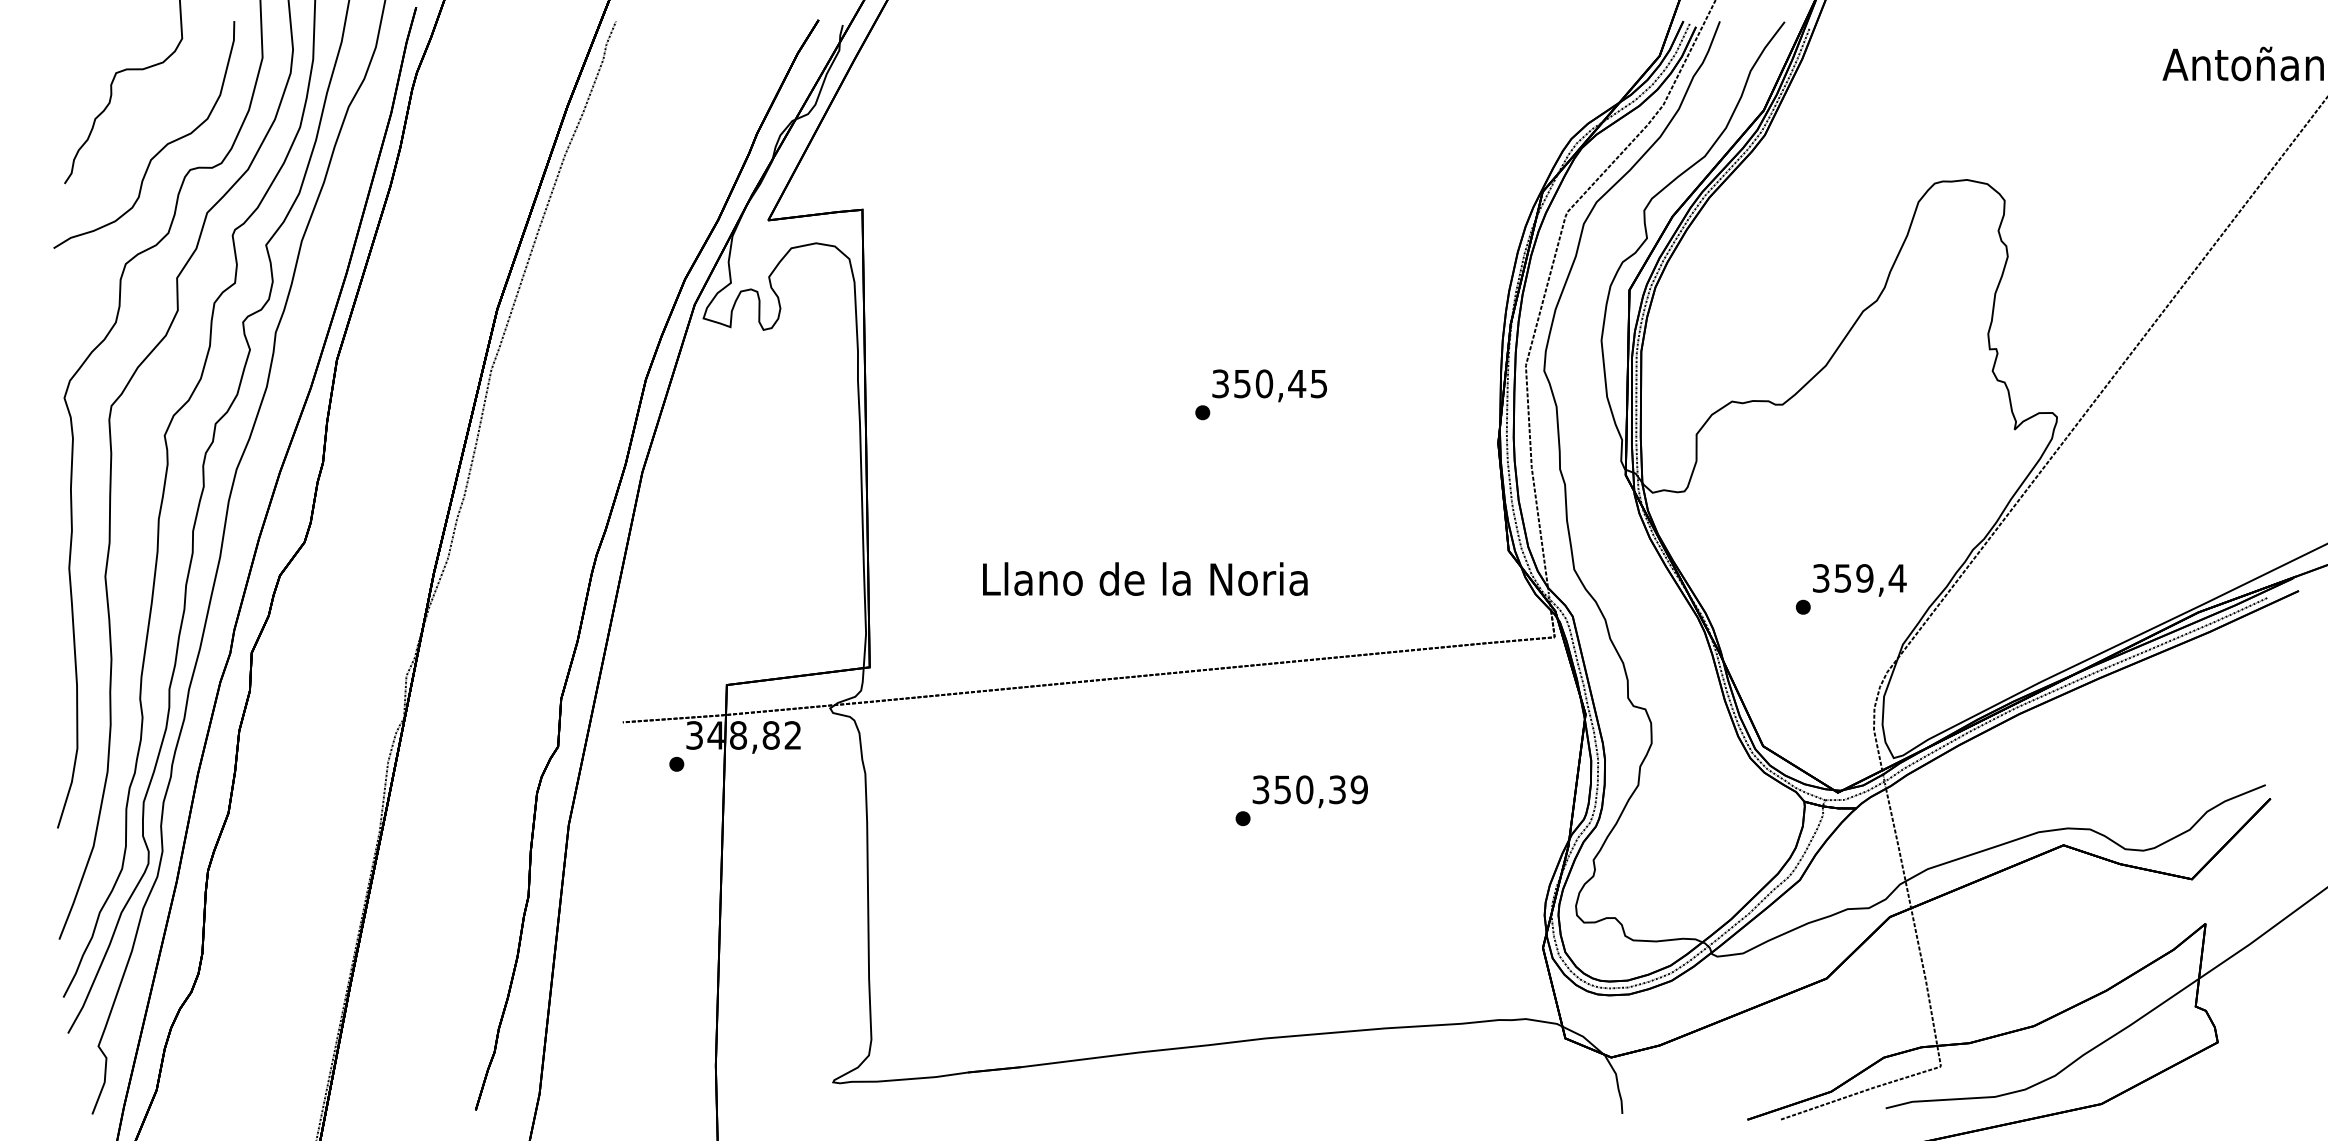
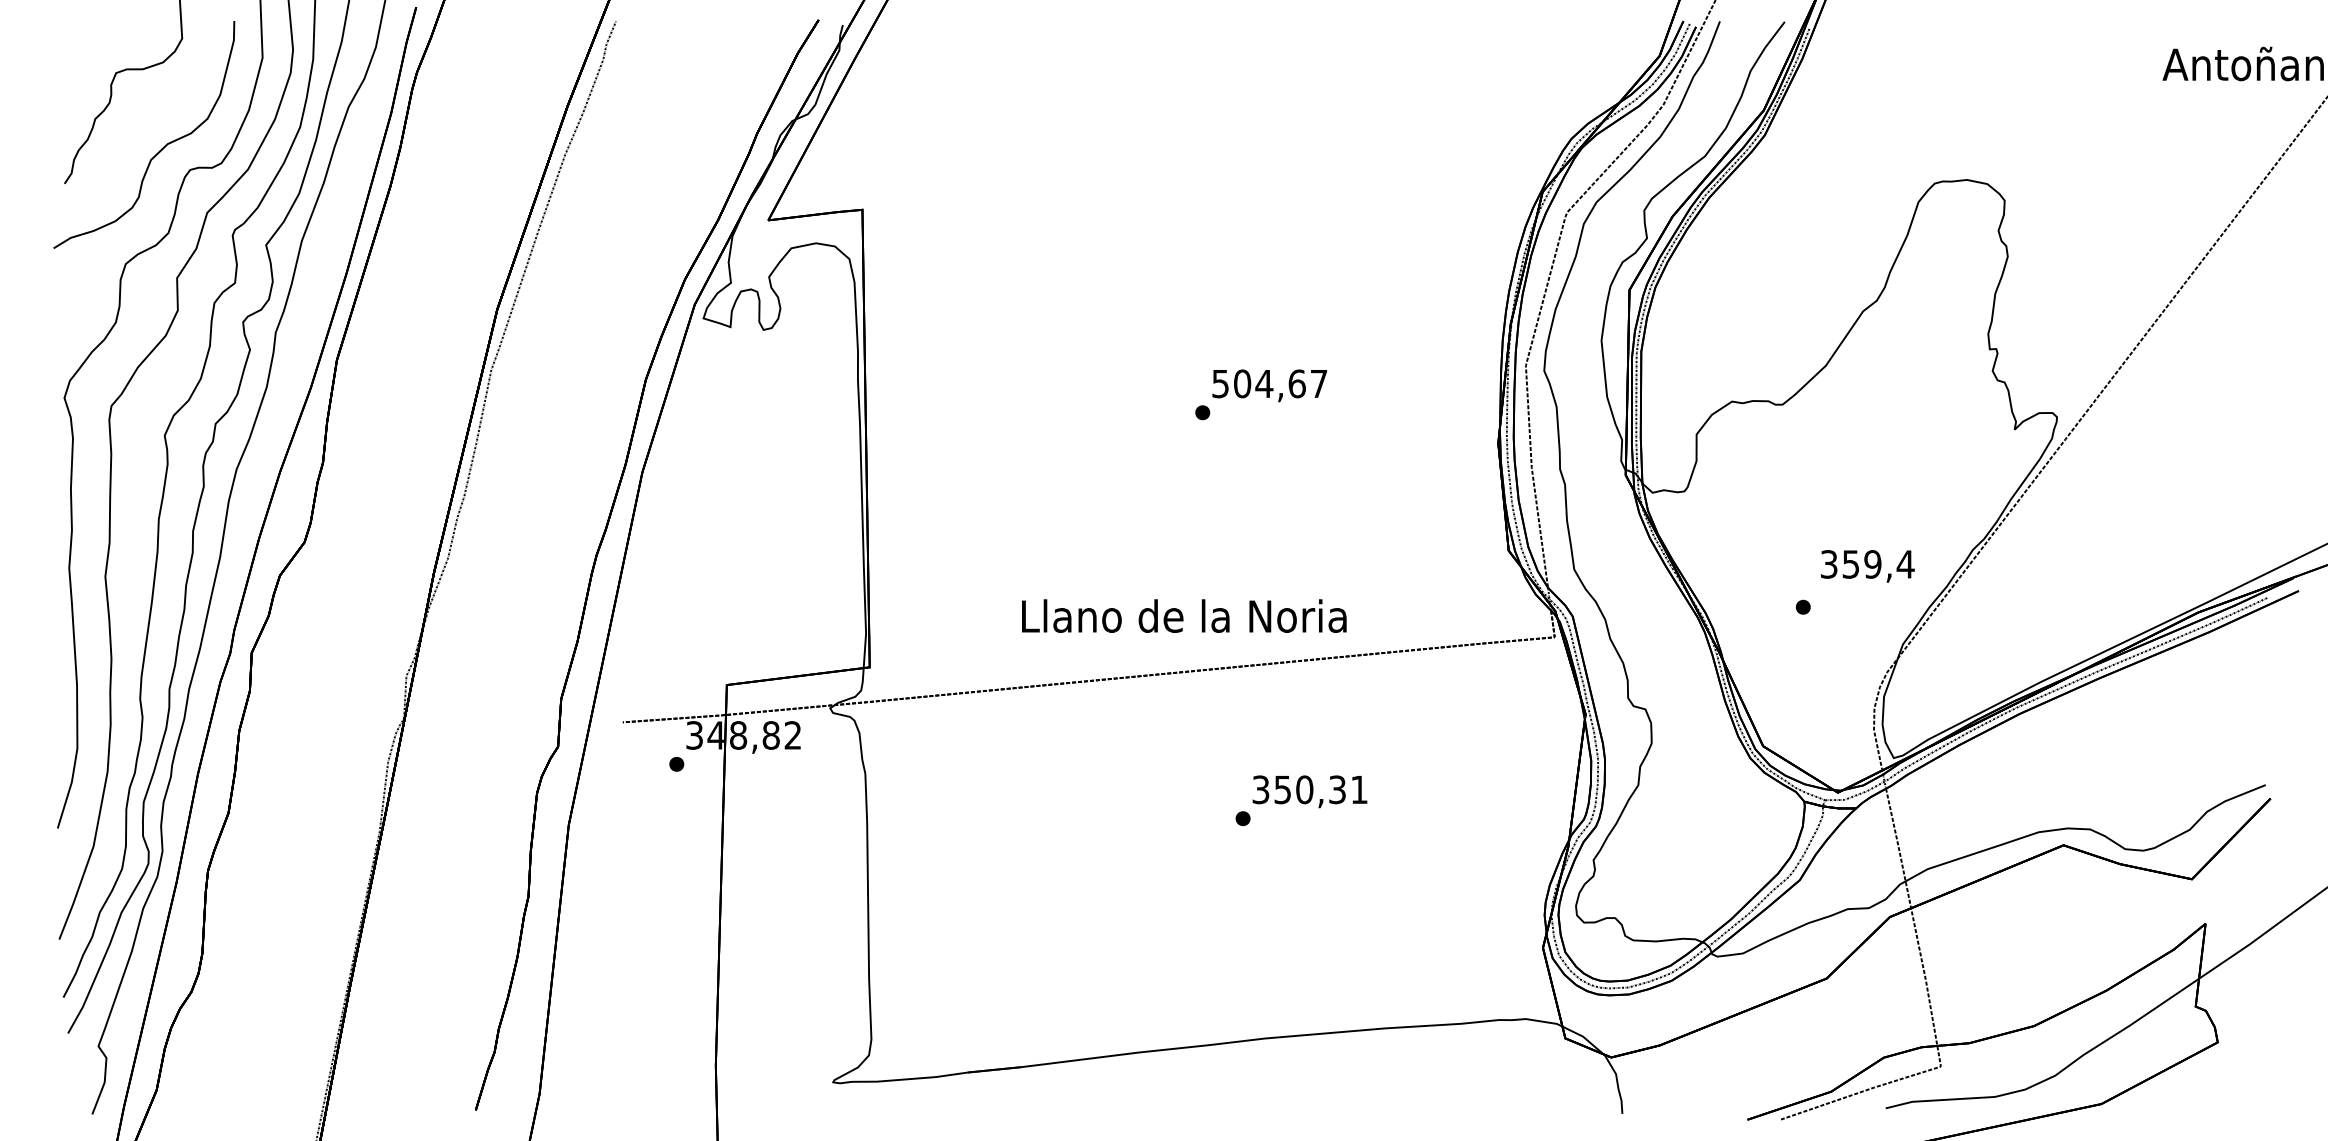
text at (1270, 383): 350,45 -> 504,67
text at (1145, 578) position: (1145, 578) -> (1184, 615)
text at (1859, 580) position: (1859, 580) -> (1867, 566)
text at (1358, 789): 350,39 -> 350,31
